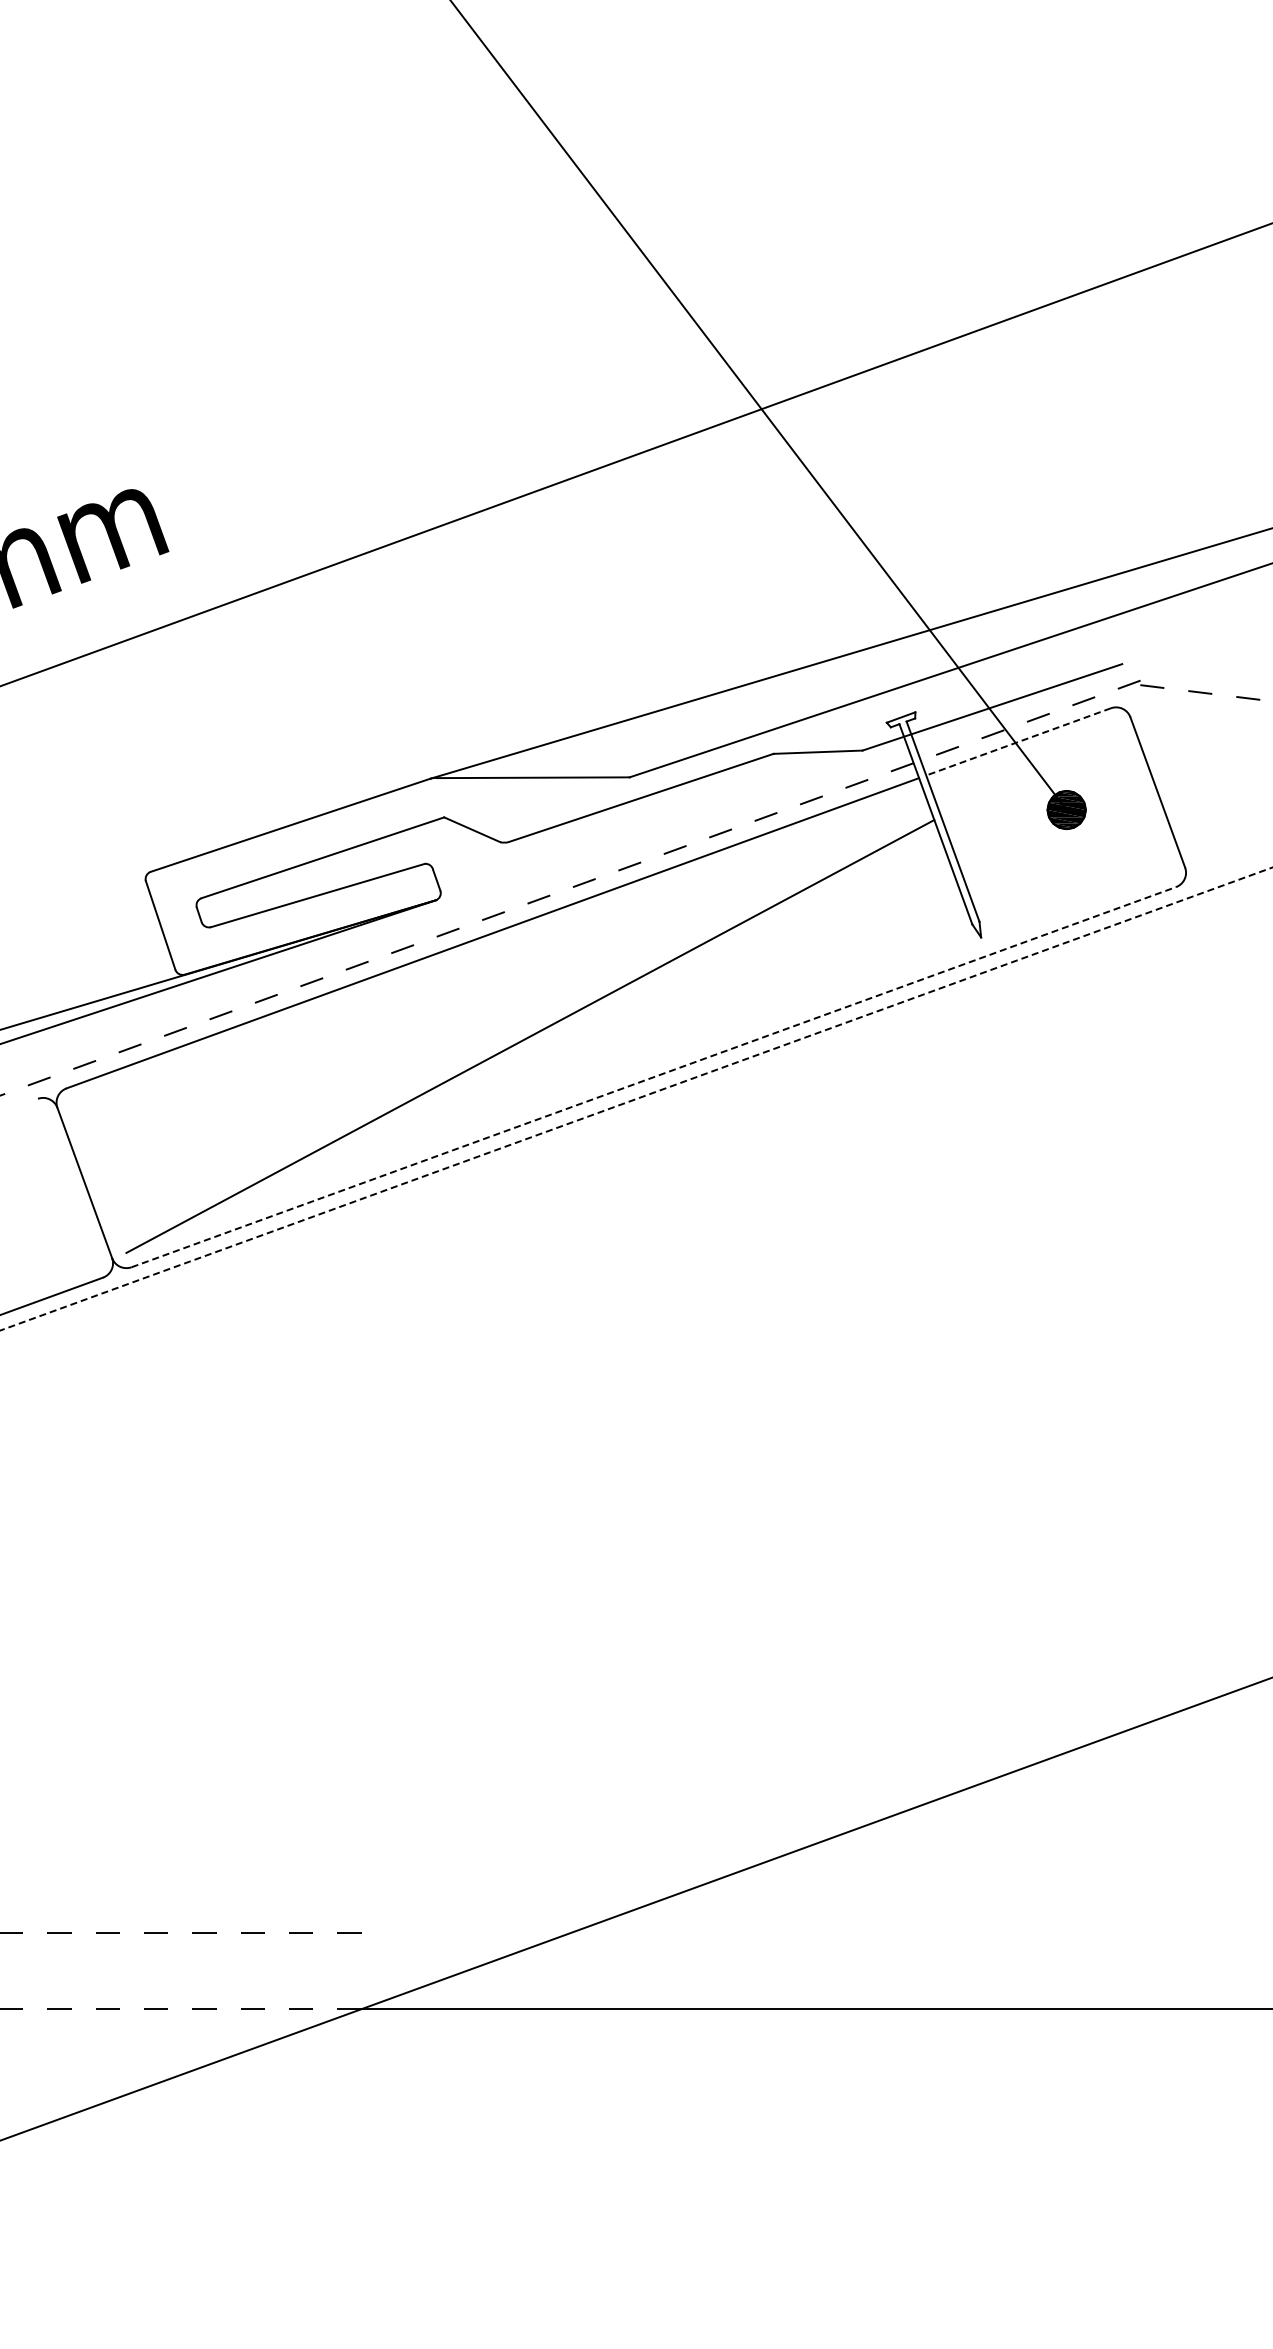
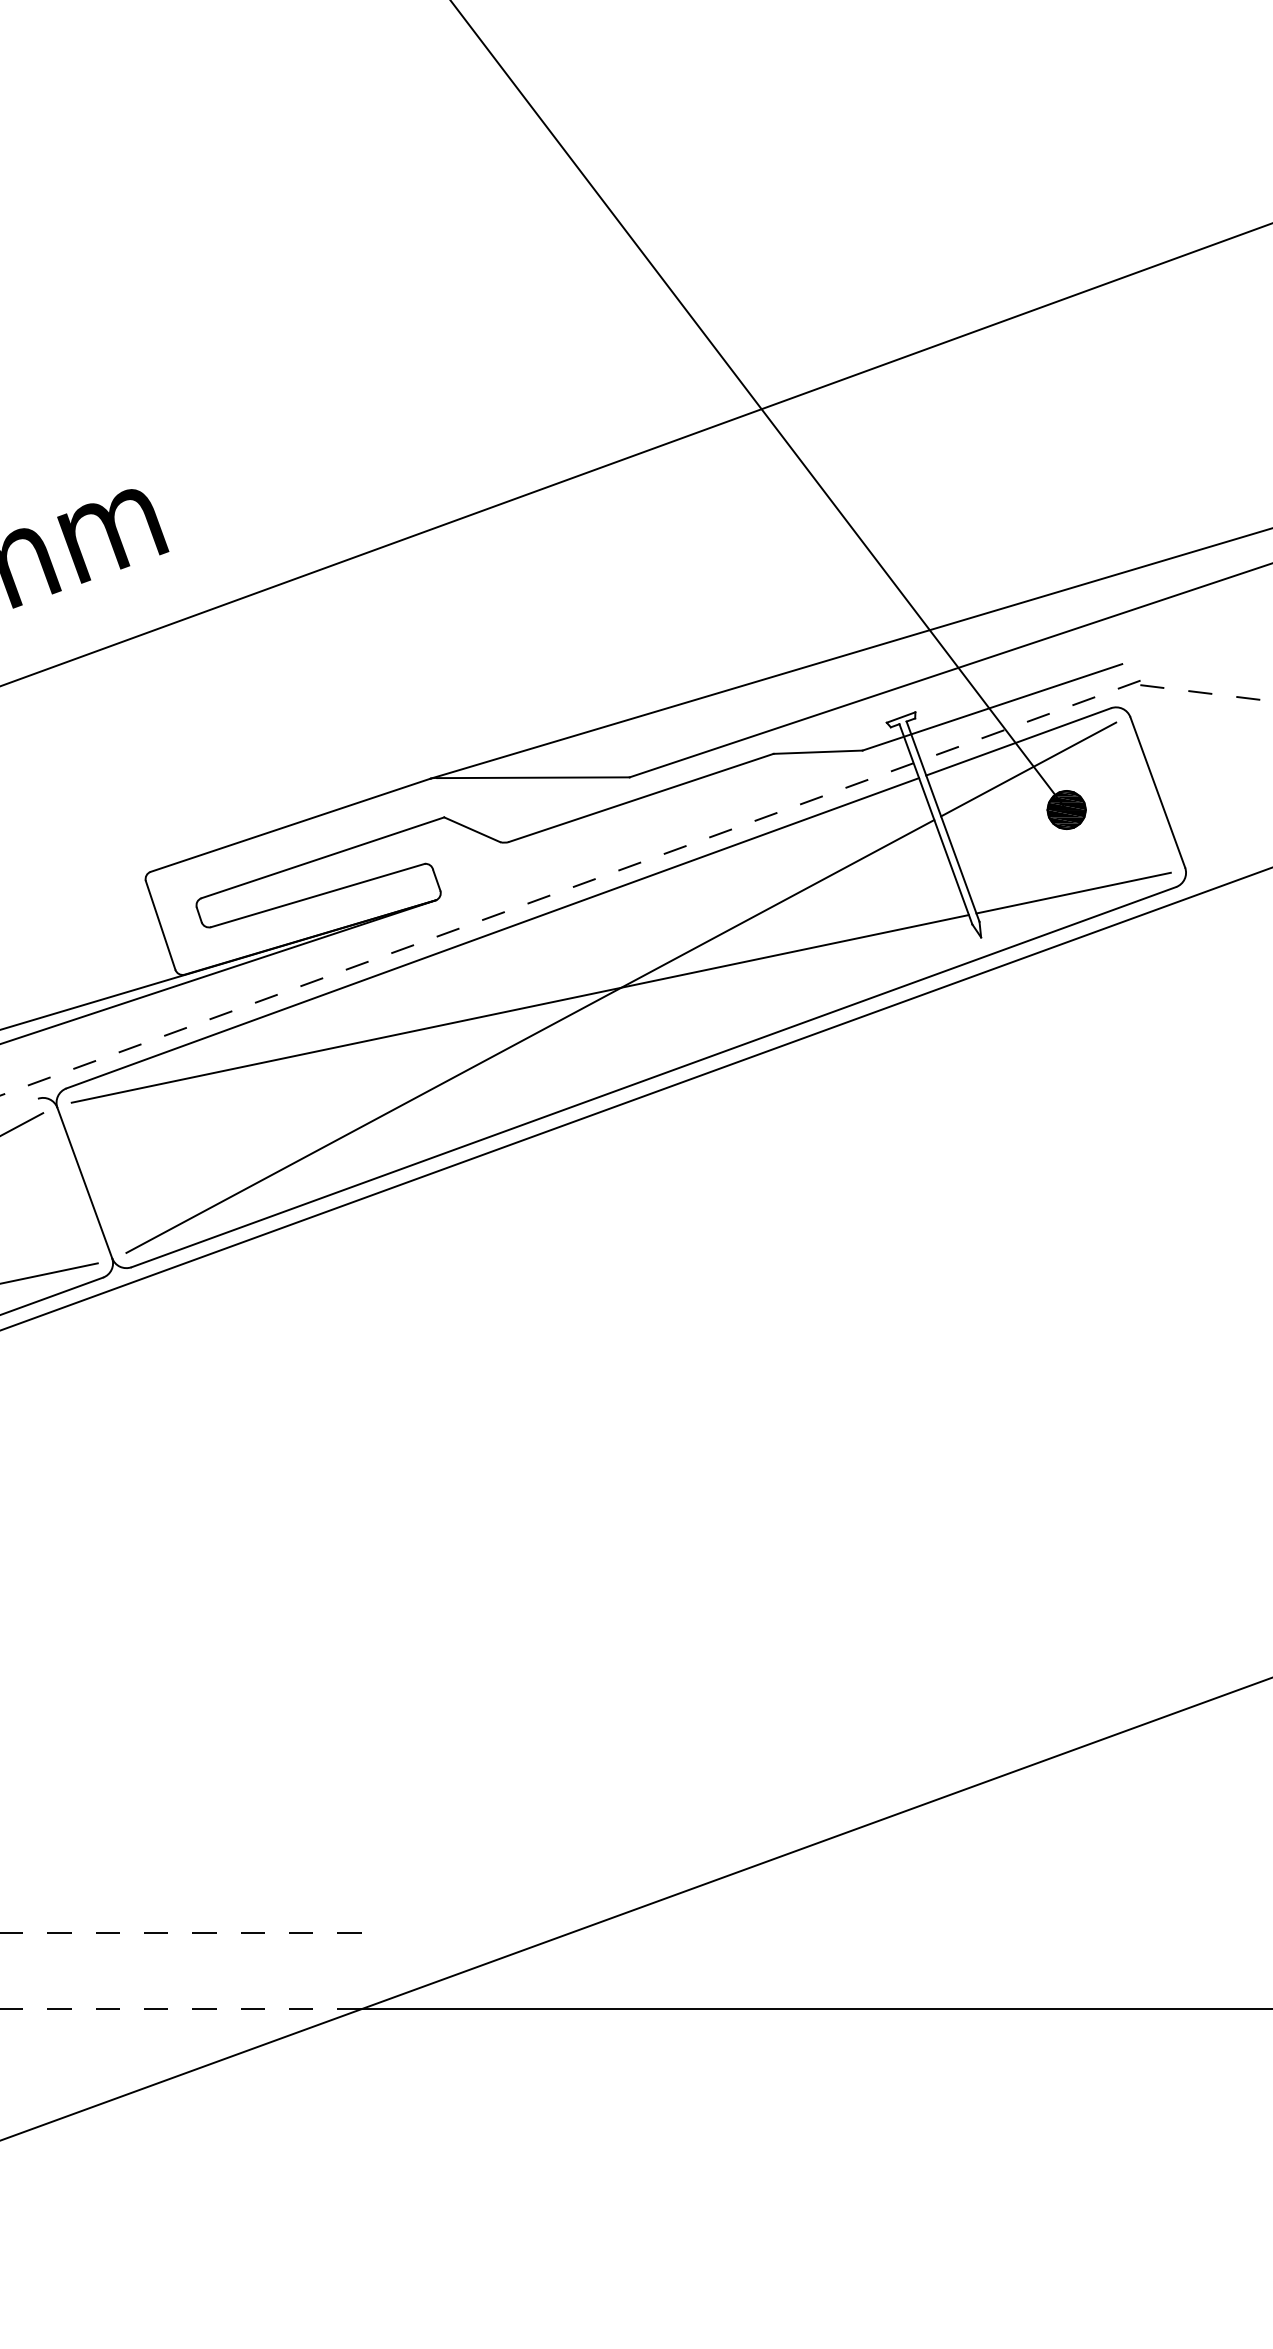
line at (1018, 742): dashed -> solid
line at (1028, 769): none -> present
line at (1073, 892): none -> present
line at (519, 1008): none -> present
line at (653, 1077): dashed -> solid
line at (636, 1099): dashed -> solid
line at (22, 1123): none -> present
line at (49, 1273): none -> present
